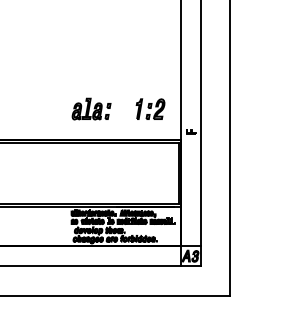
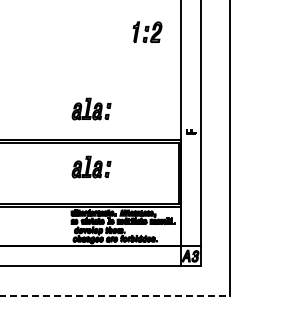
part at (150, 108) position: (150, 108) -> (147, 31)
part at (91, 166): none -> present
line at (115, 295): solid -> dashed
